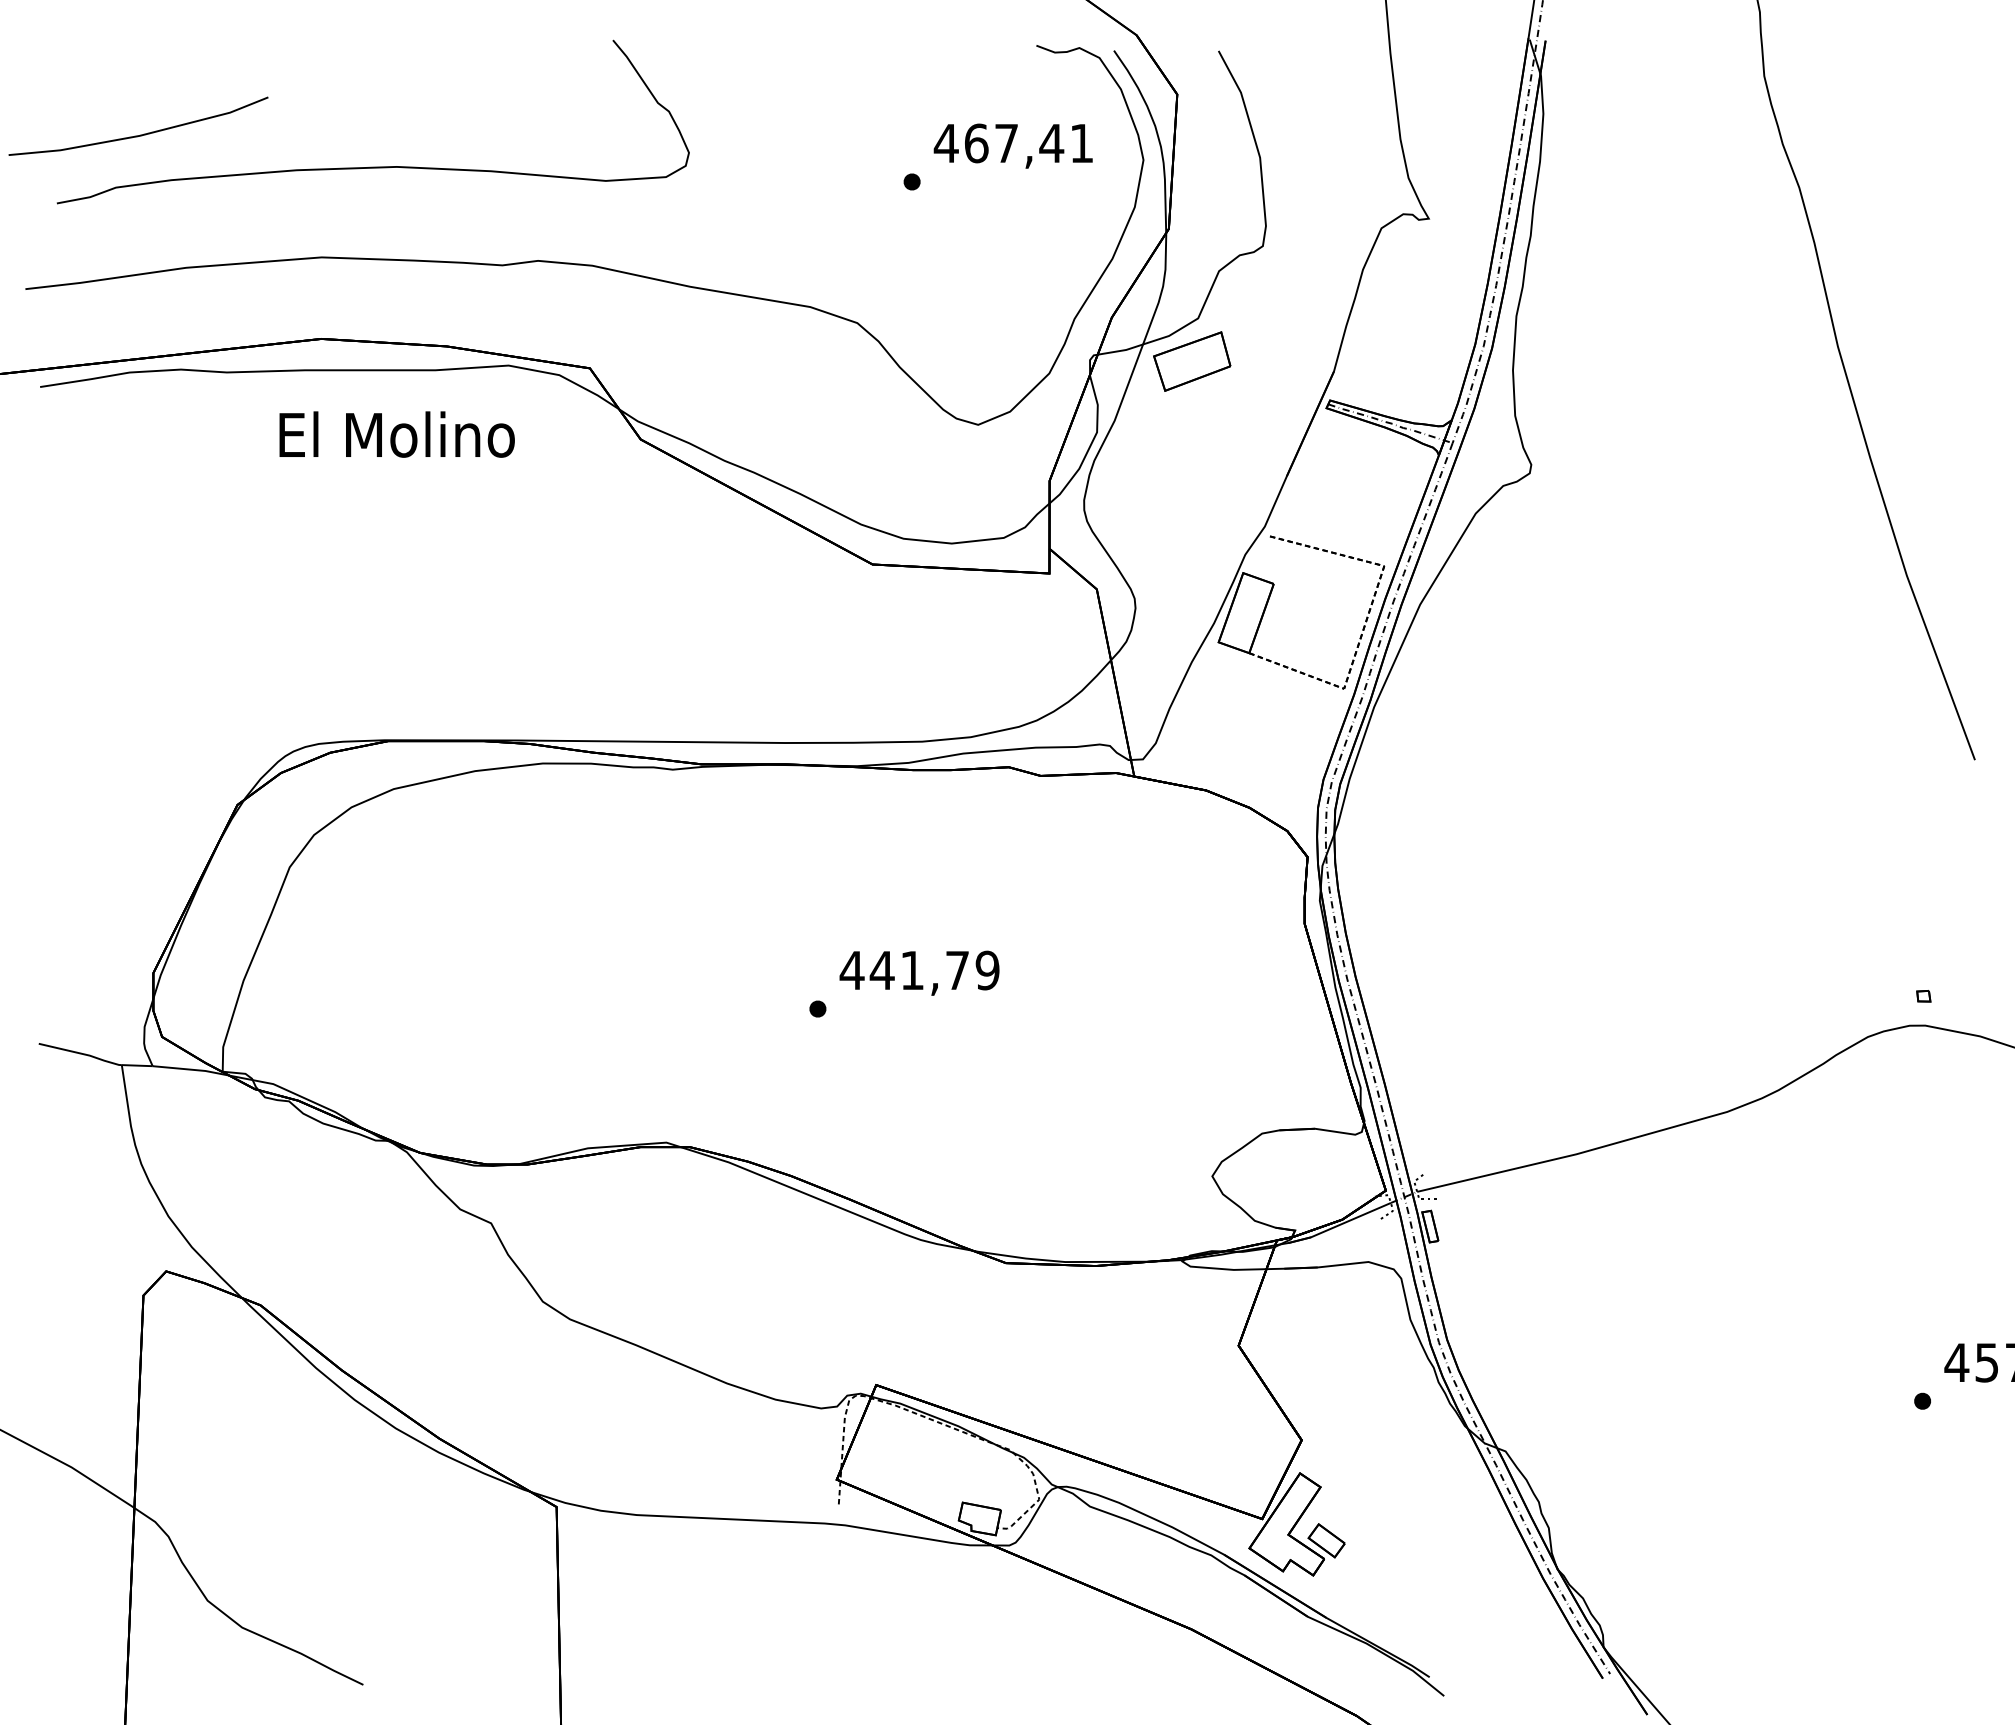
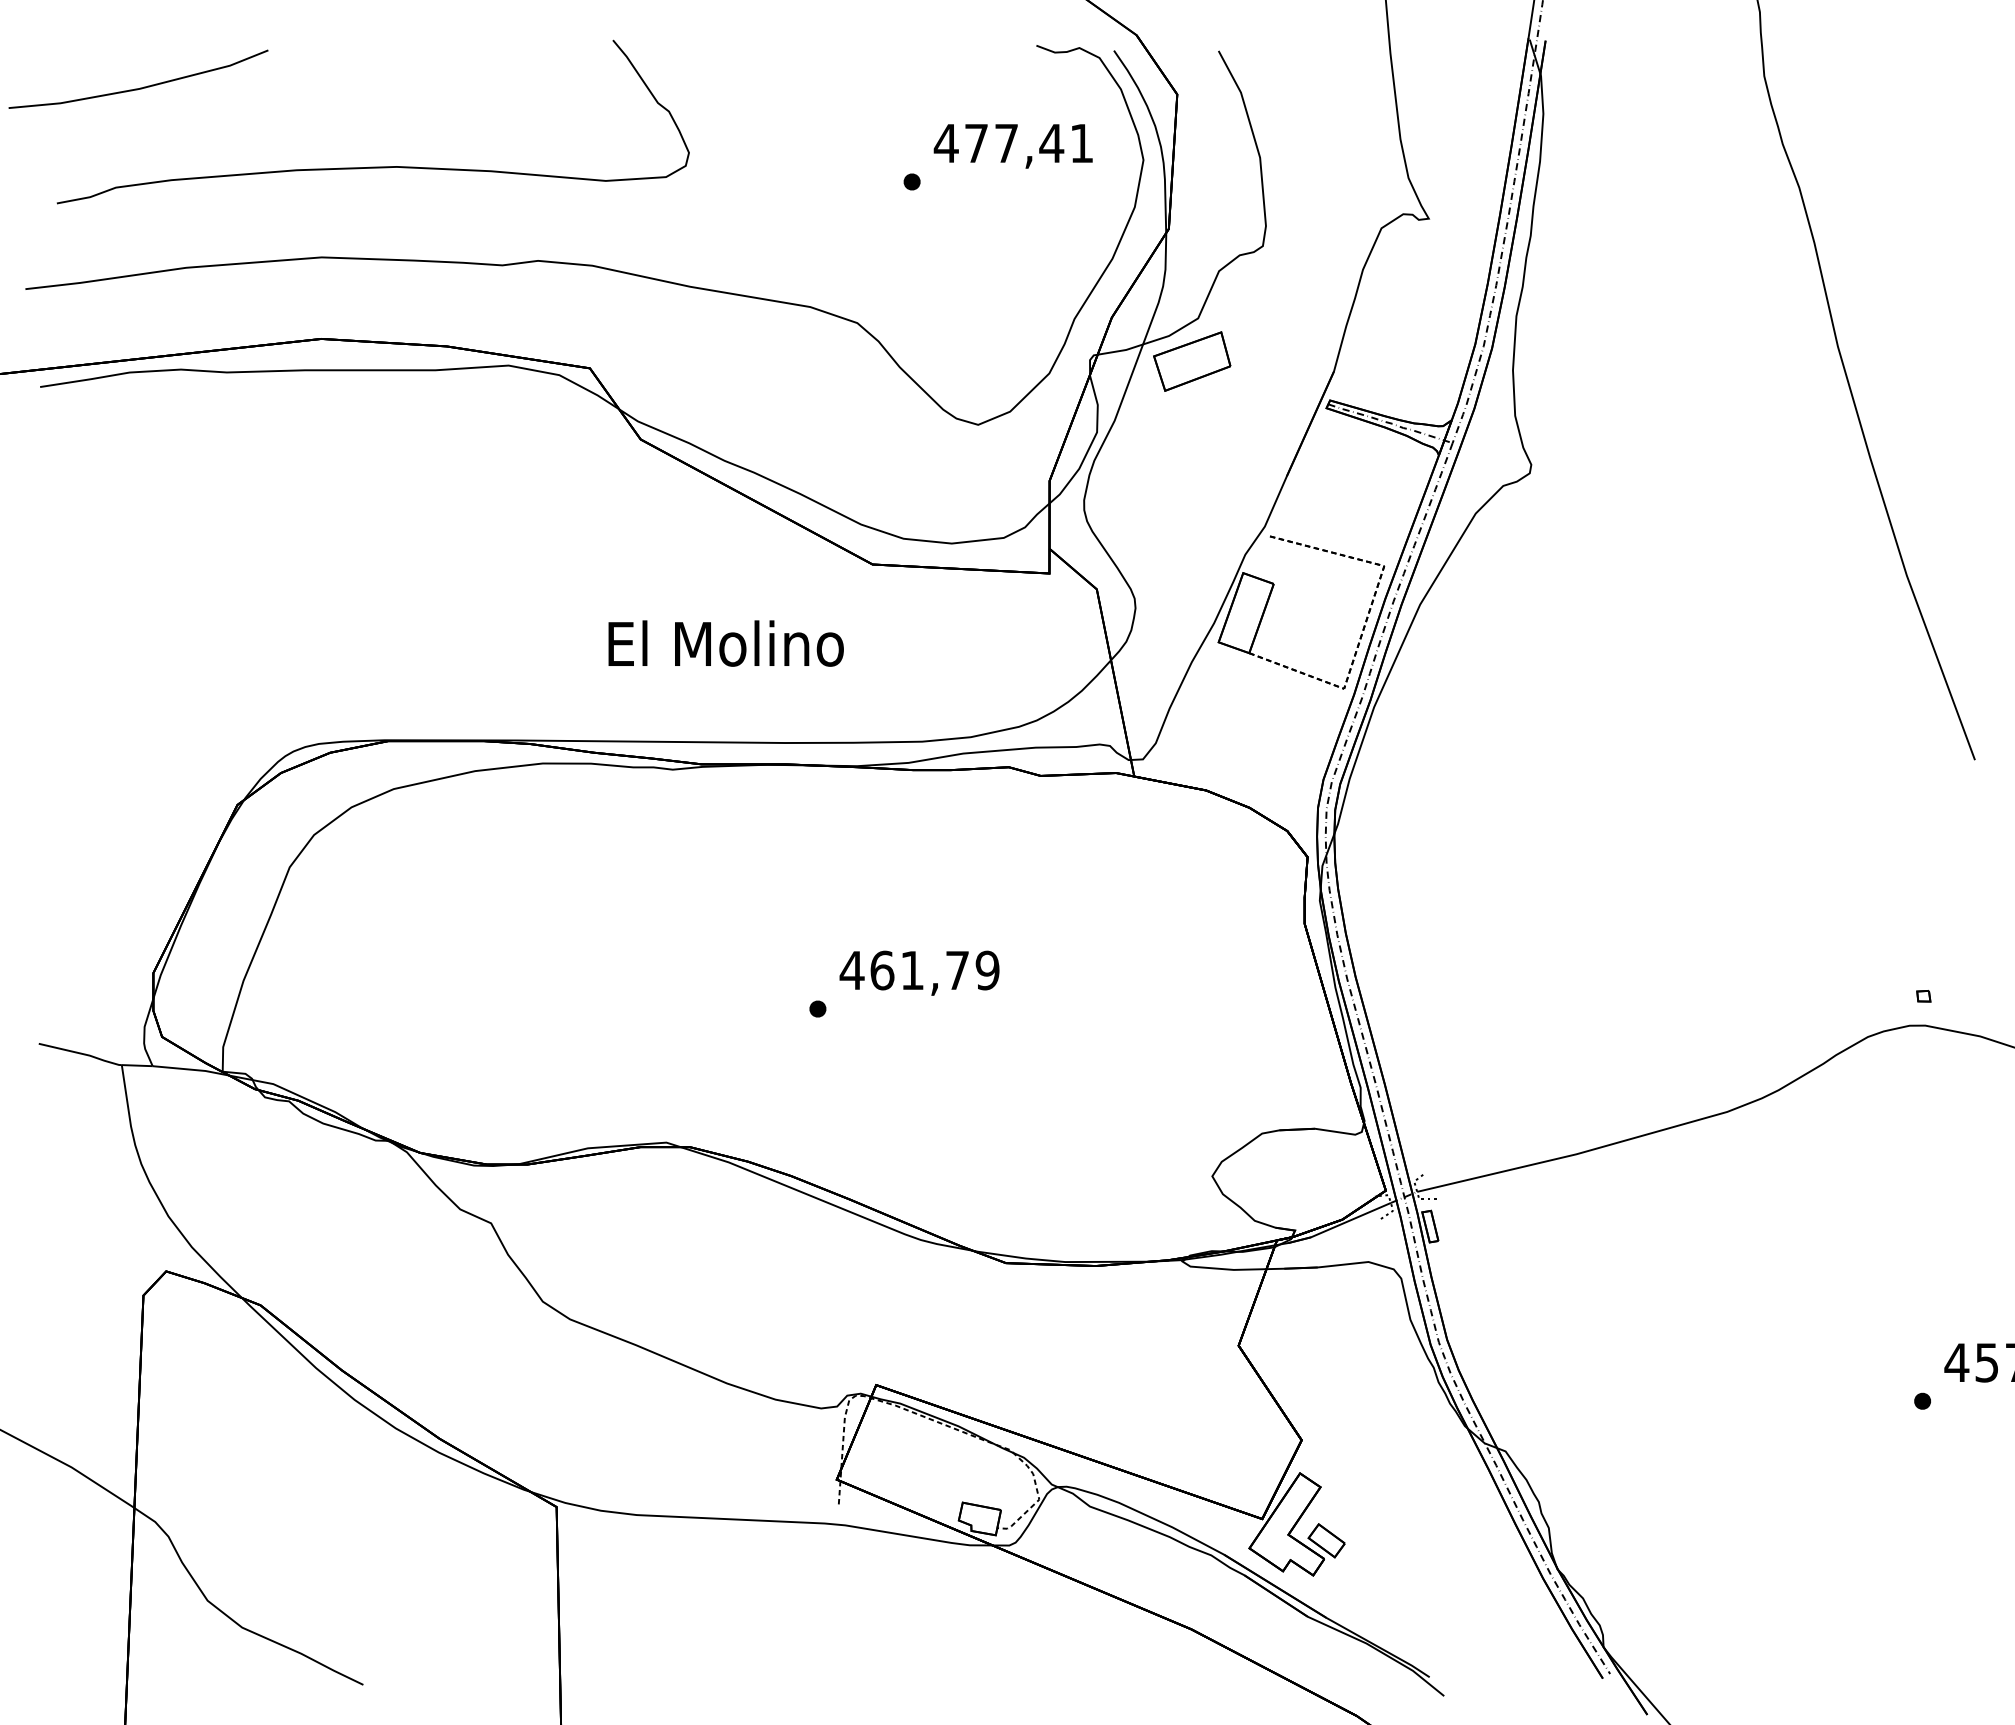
line at (140, 134) position: (140, 134) -> (140, 87)
text at (976, 143): 467,41 -> 477,41
text at (396, 434) position: (396, 434) -> (725, 643)
text at (881, 970): 441,79 -> 461,79
